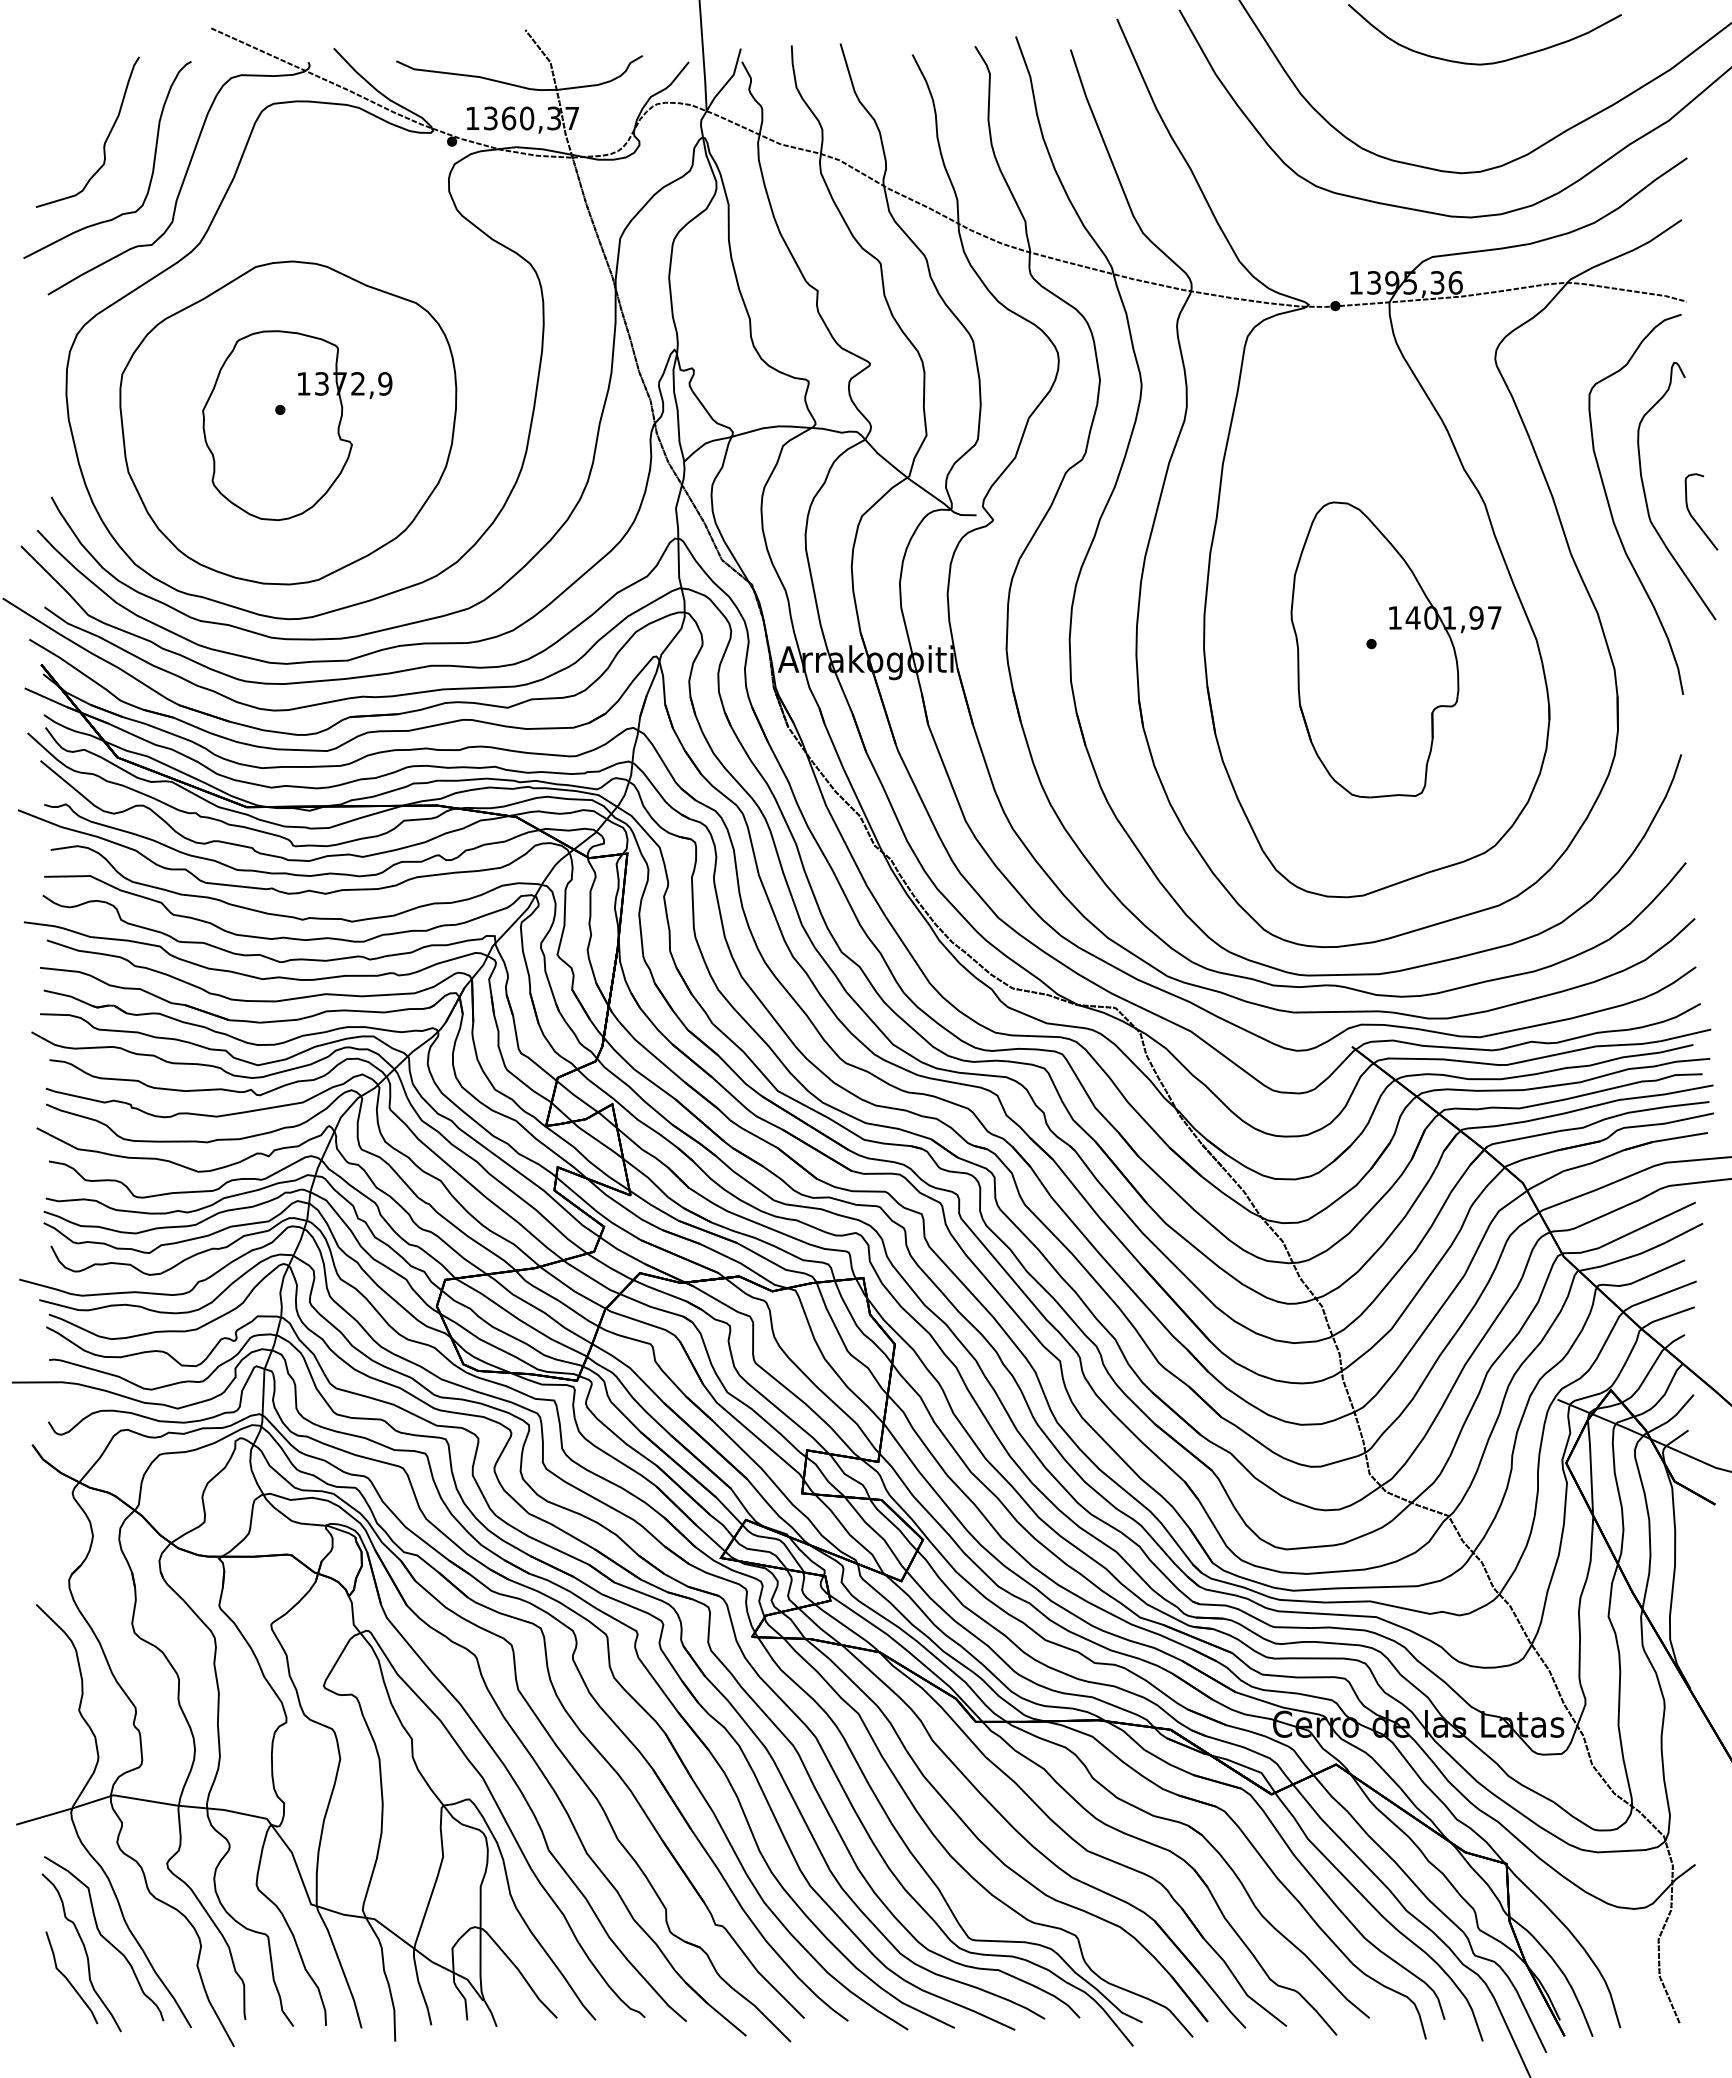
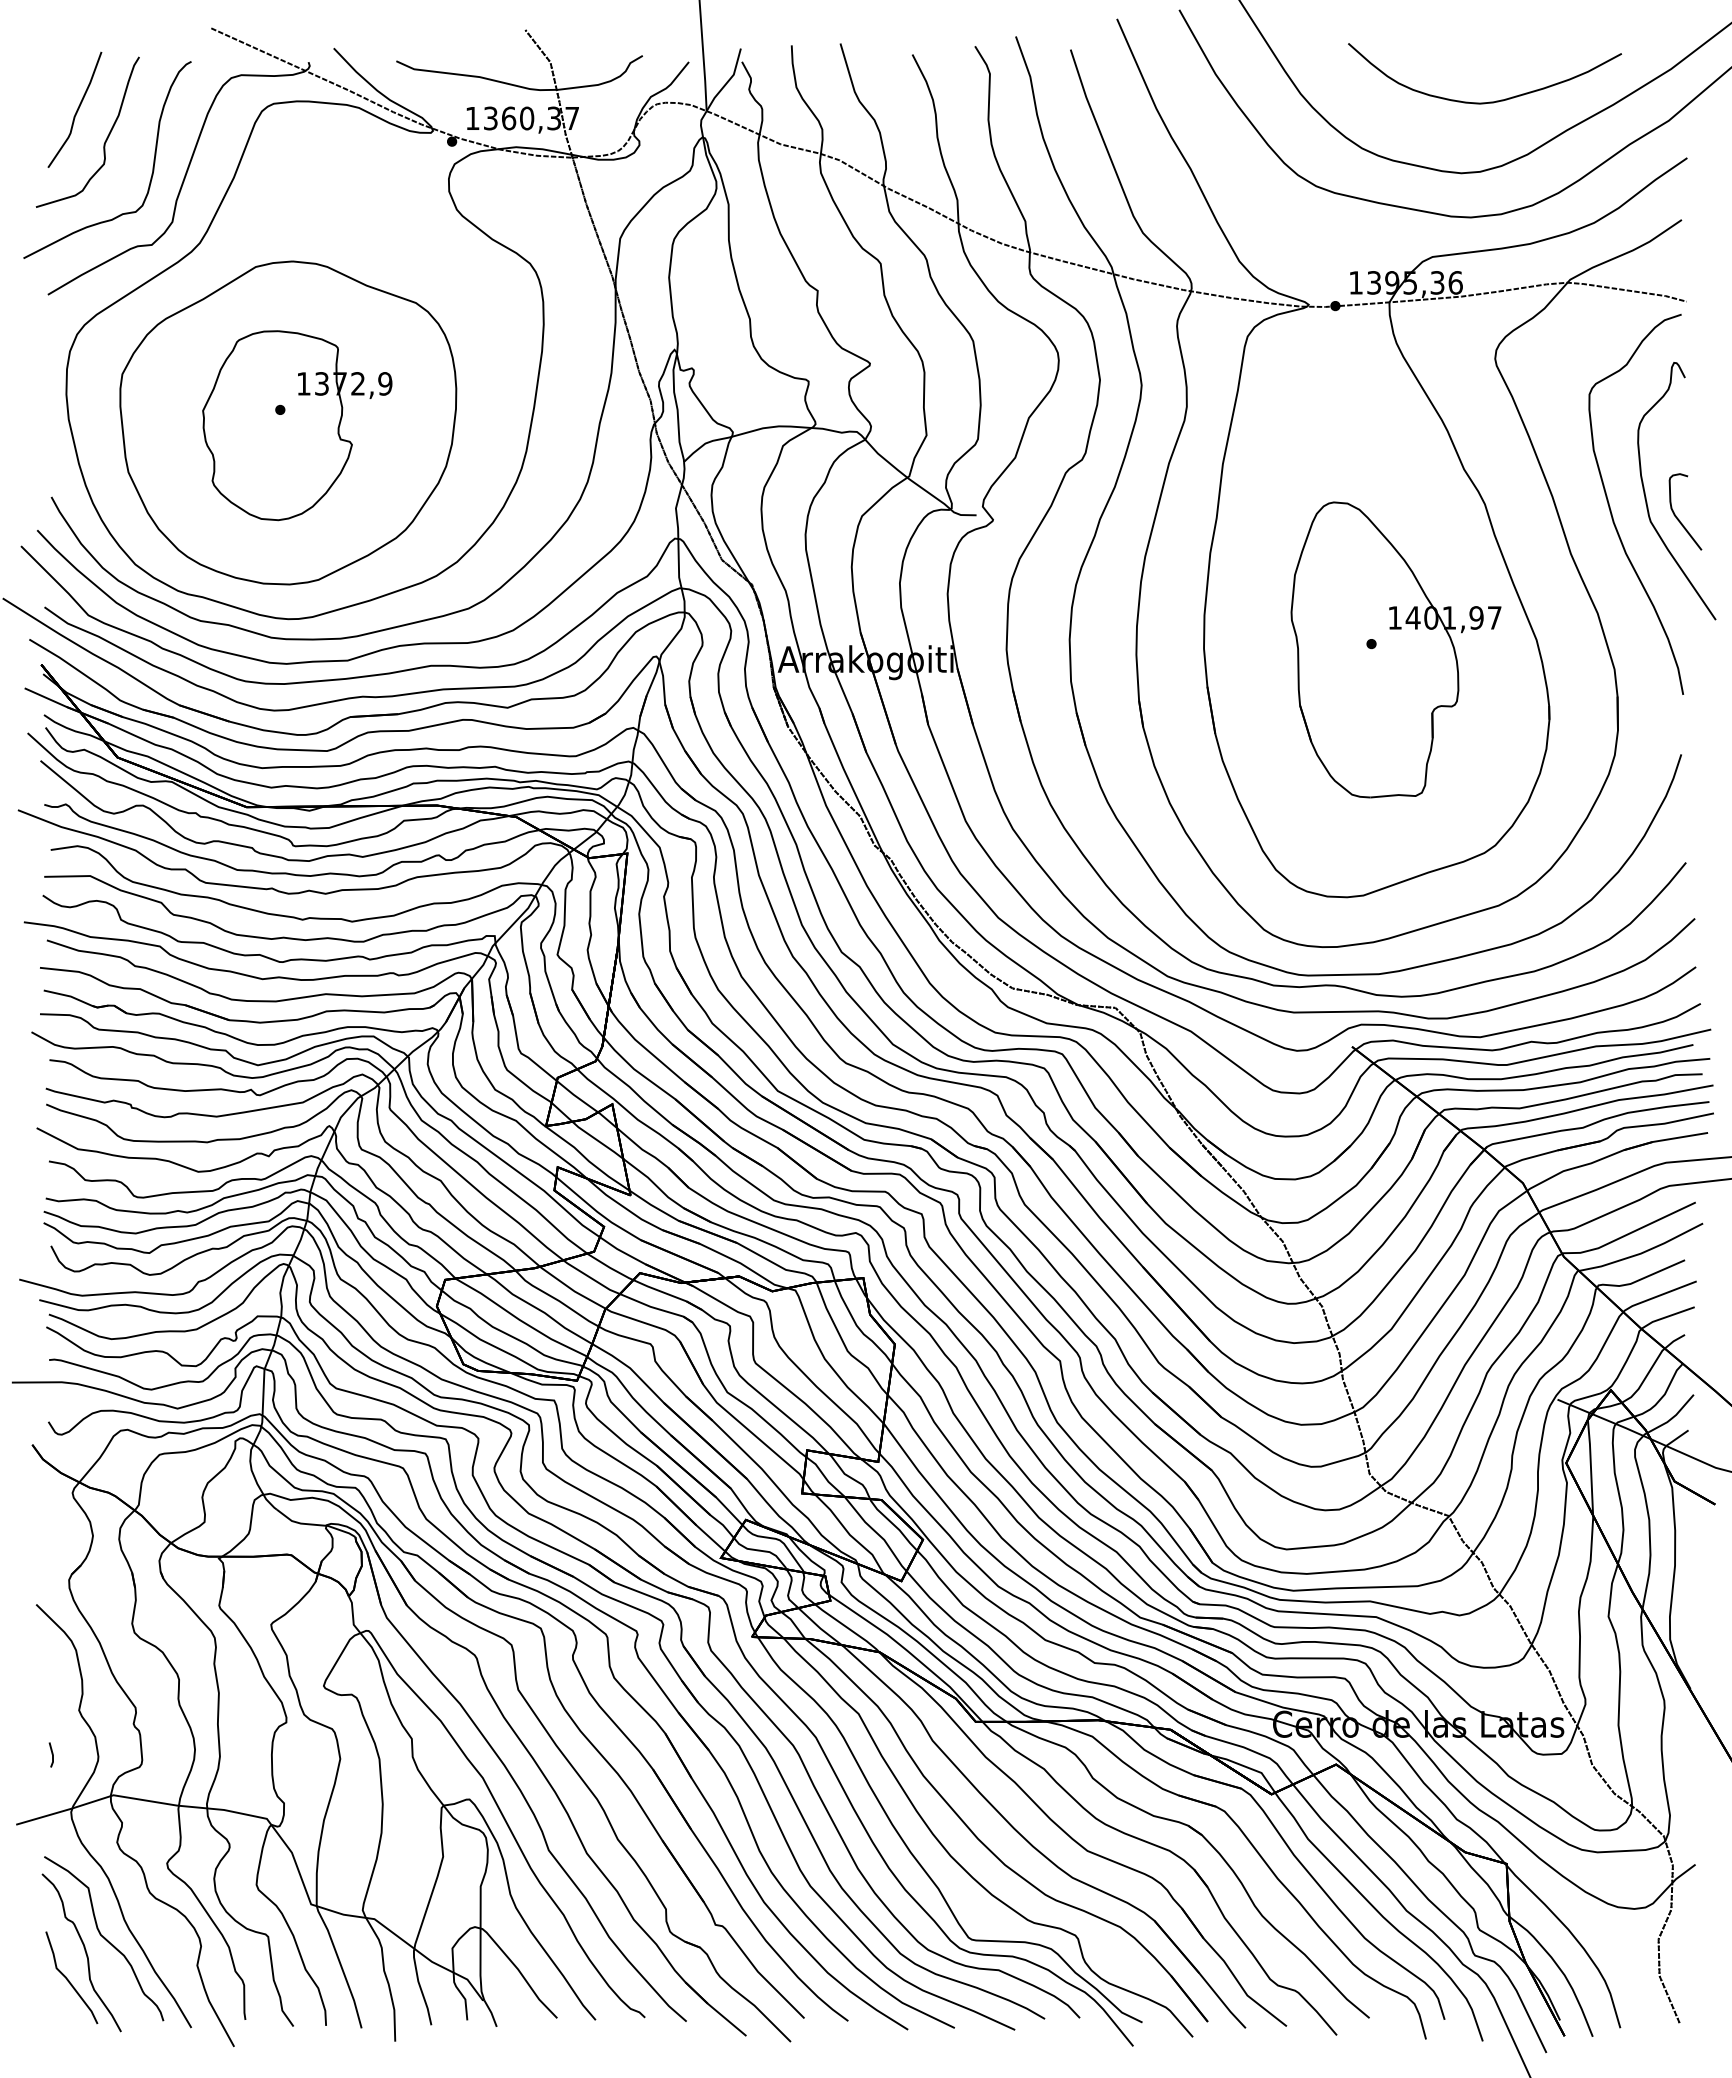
curve at (1489, 62) position: (1489, 62) -> (1489, 101)
curve at (76, 110): none -> present
curve at (1692, 515) position: (1692, 515) -> (1676, 515)
line at (51, 1754): none -> present
